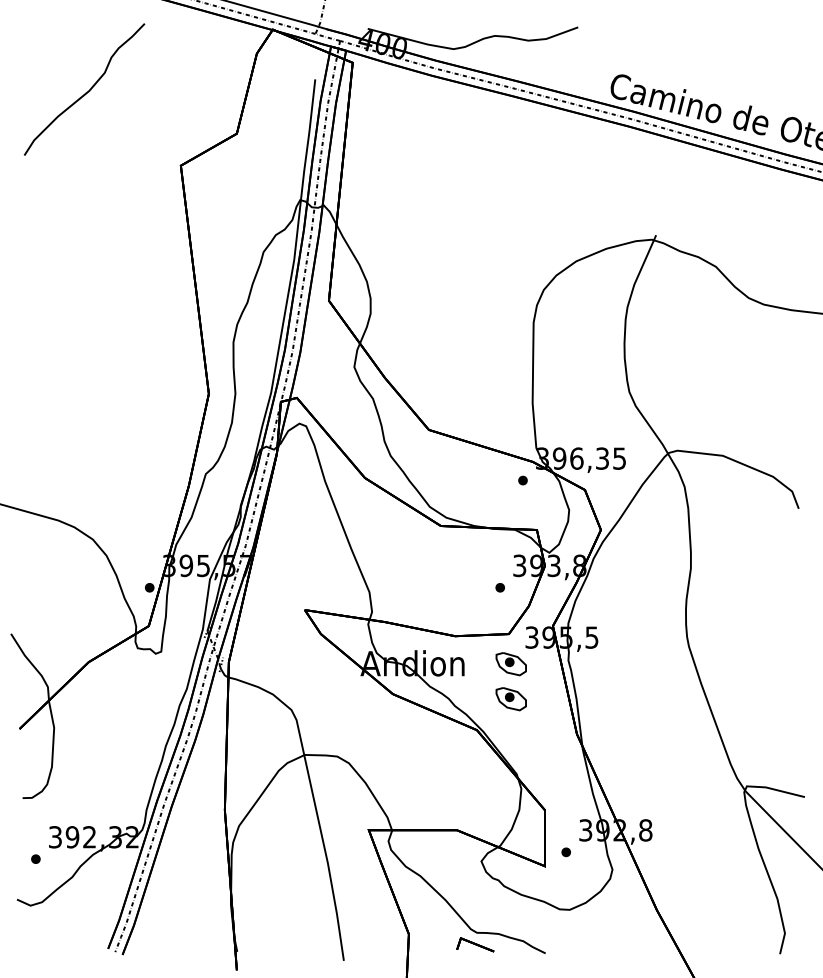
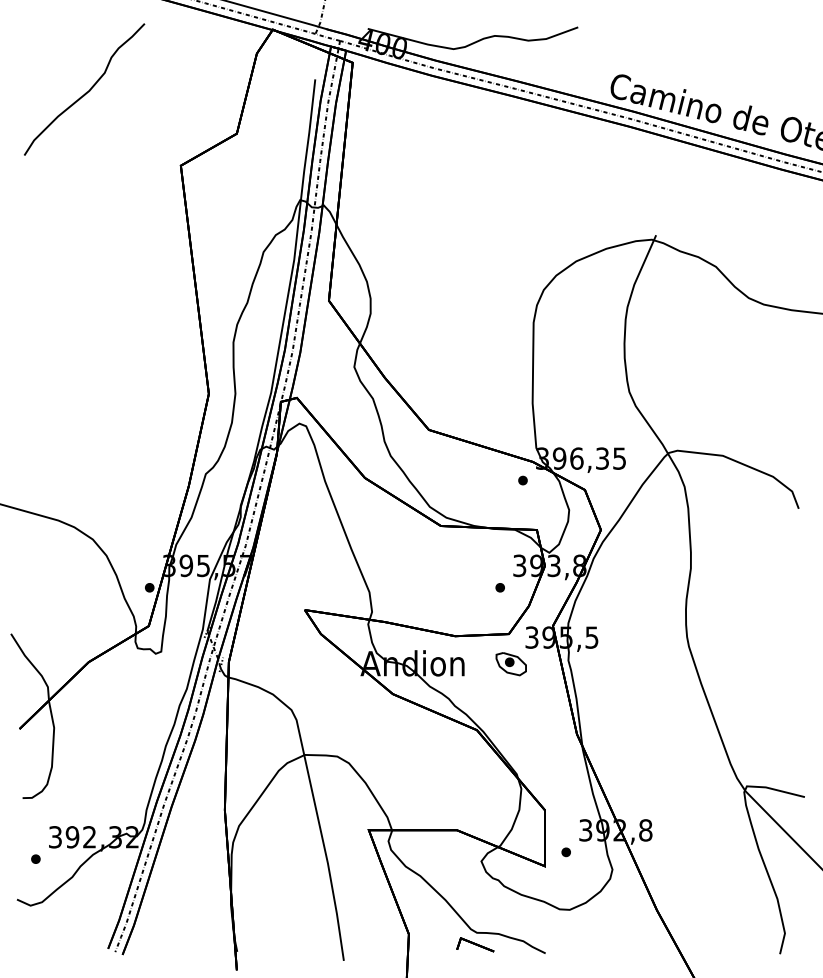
part at (510, 699): present -> none
